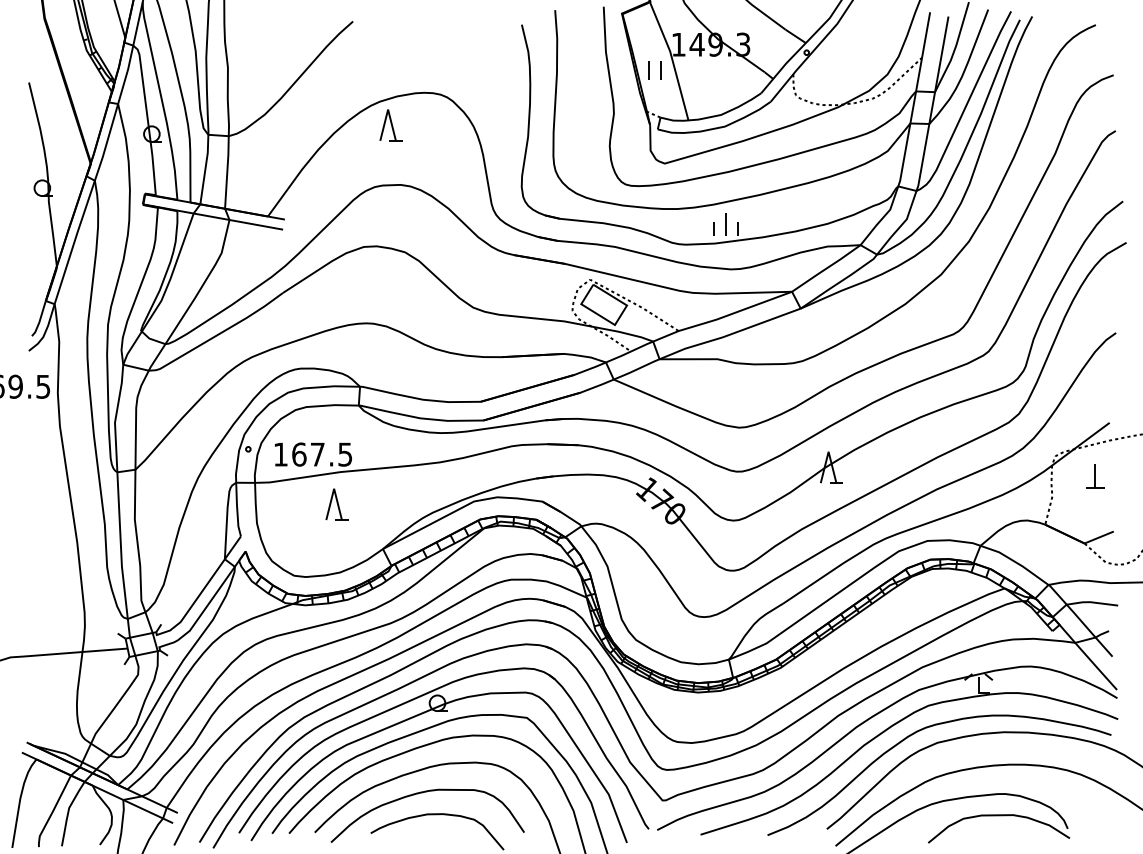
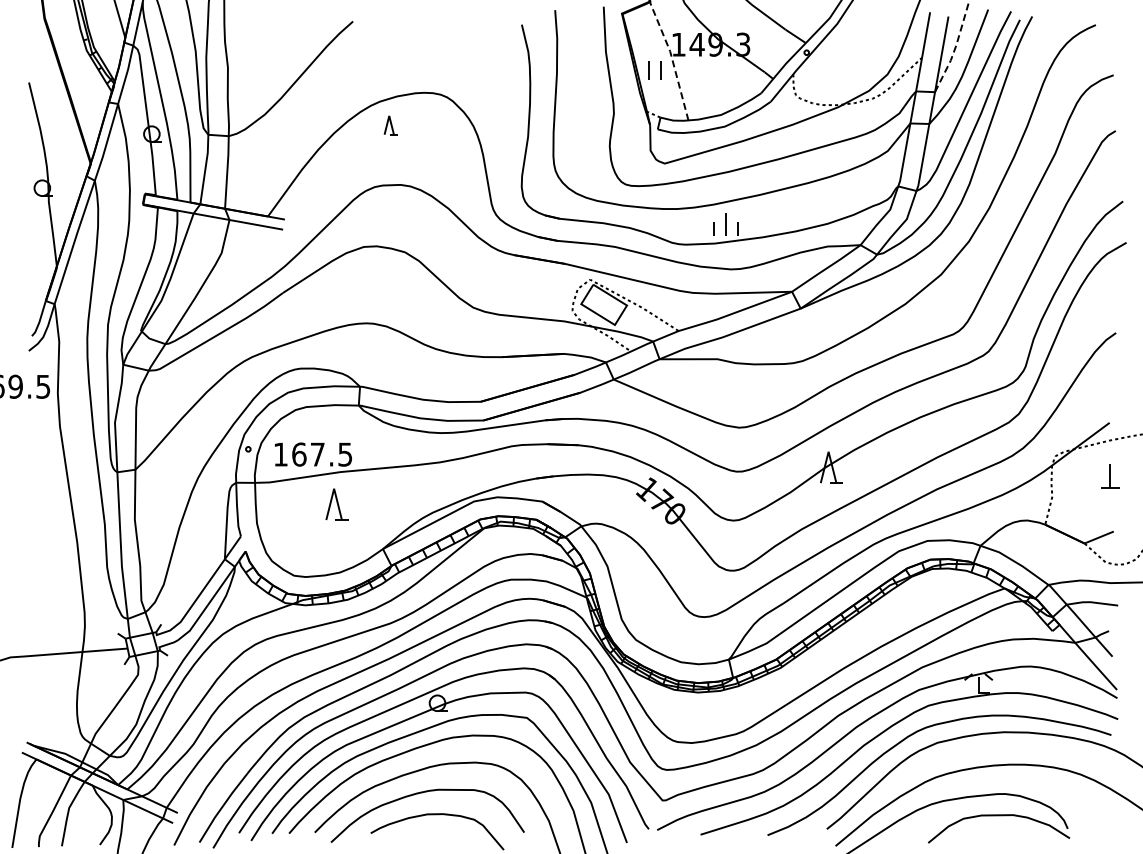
line at (955, 48): solid -> dashed
line at (672, 58): solid -> dashed
part at (390, 125) size: 24x33 px -> 15x21 px
part at (1095, 476) position: (1095, 476) -> (1110, 476)
